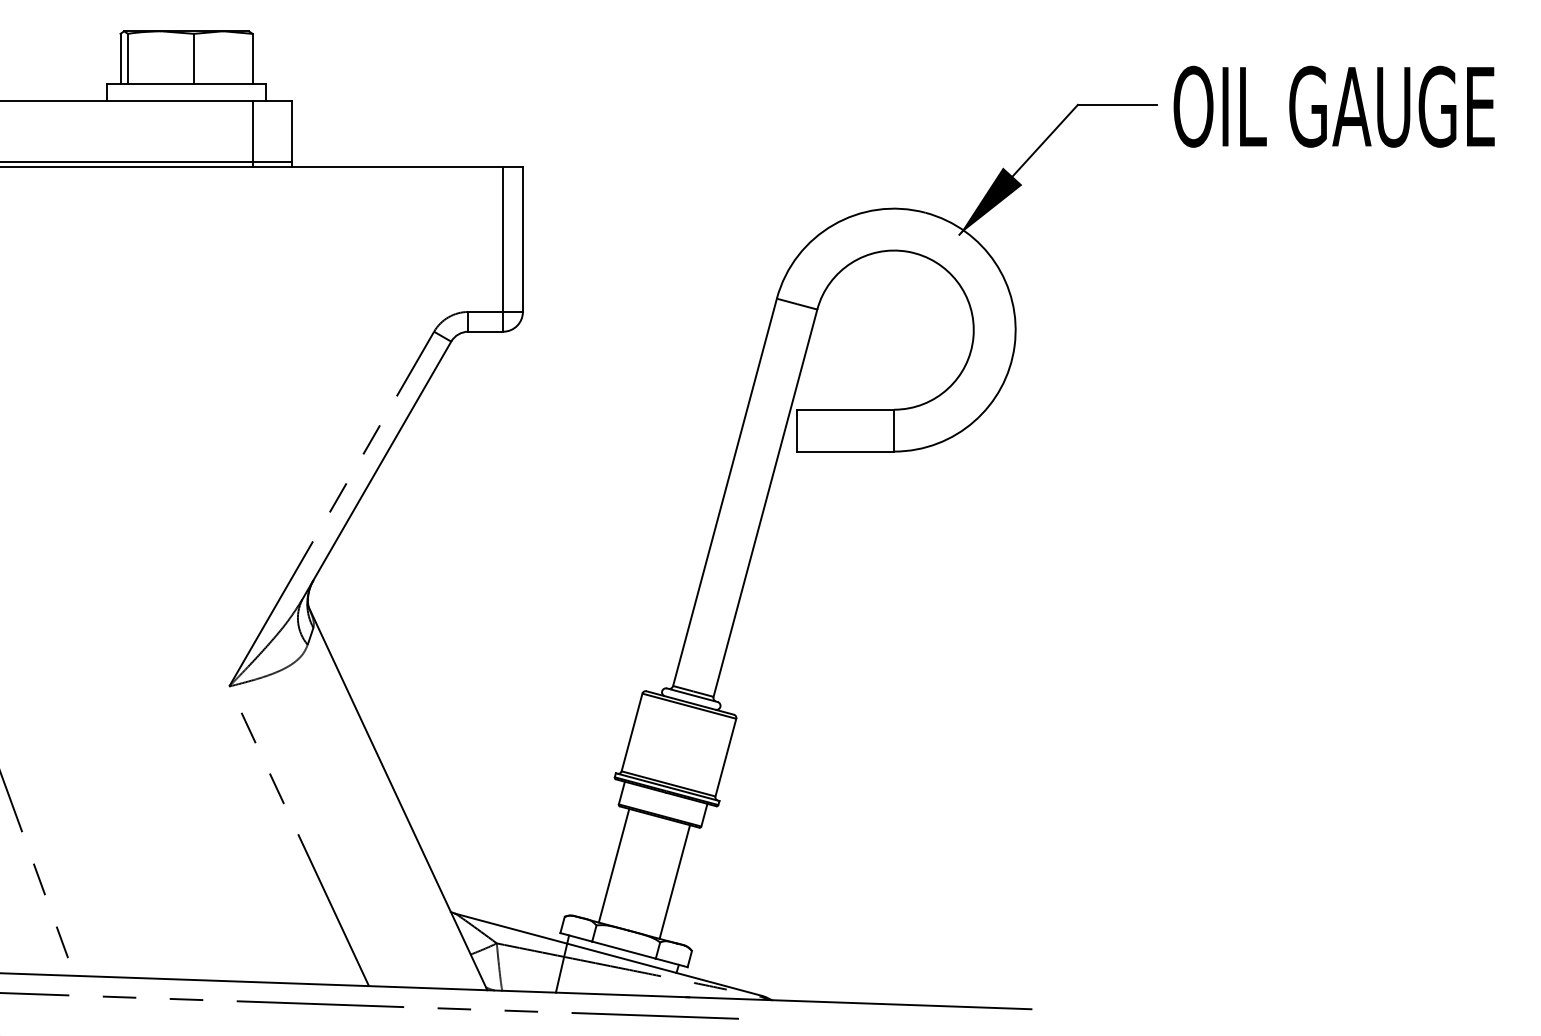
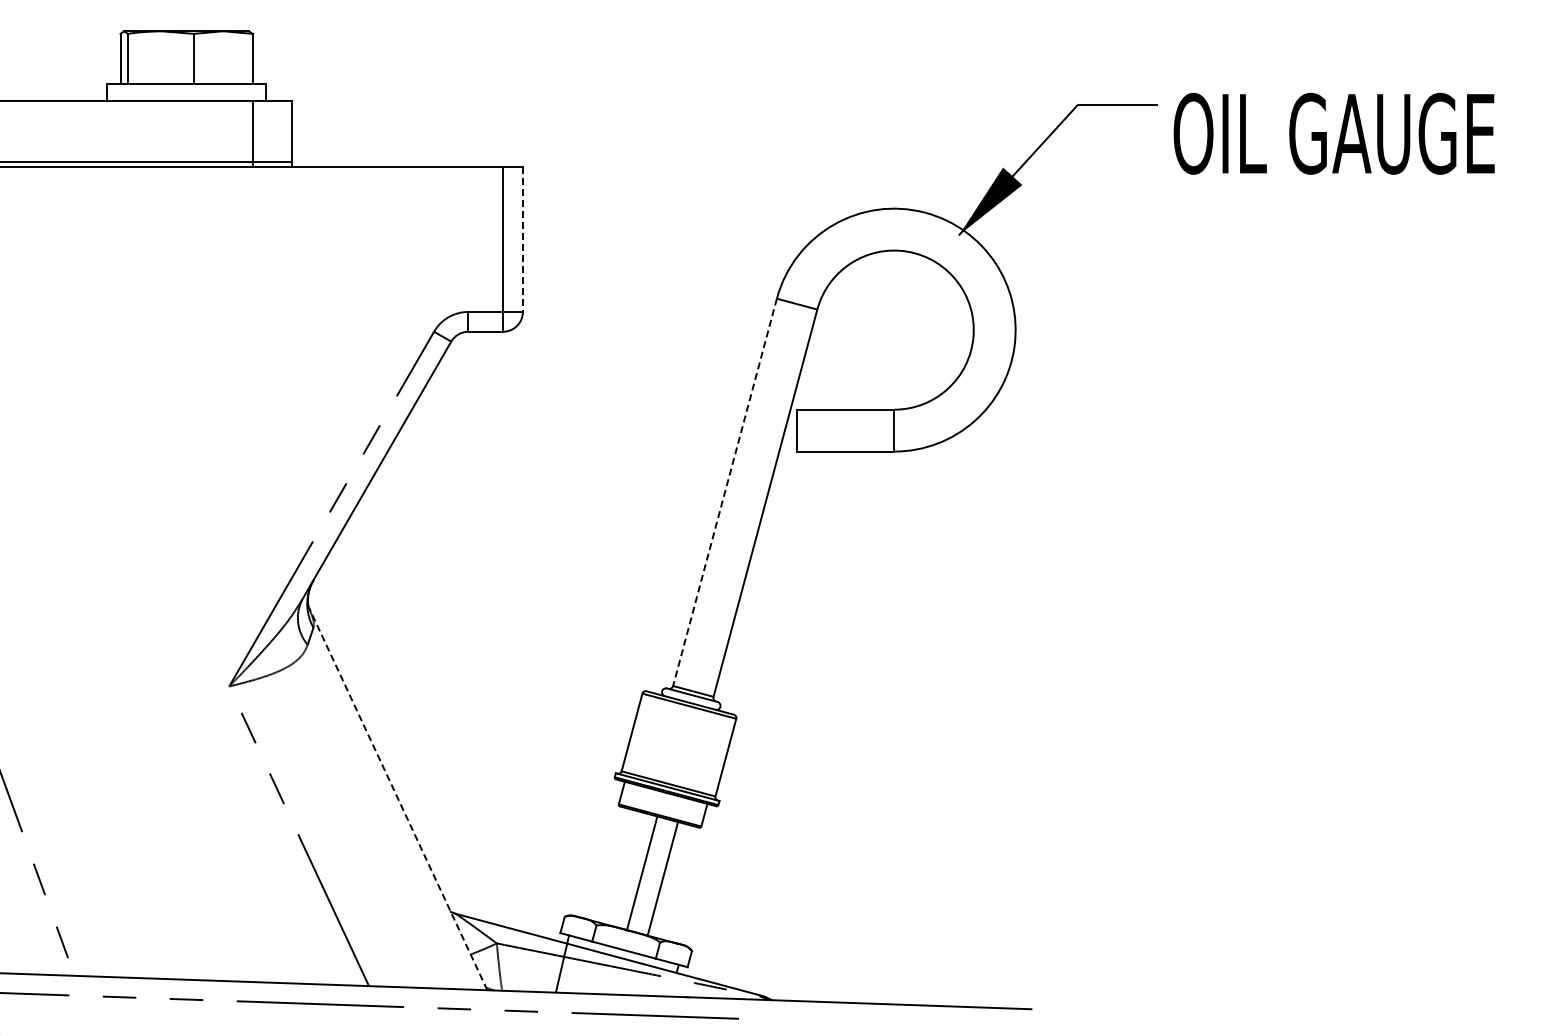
text at (1333, 106) position: (1333, 106) -> (1333, 133)
line at (522, 239): solid -> dashed
line at (724, 492): solid -> dashed
line at (397, 798): solid -> dashed
line at (613, 865) position: (613, 865) -> (641, 873)
line at (674, 881) position: (674, 881) -> (662, 878)
